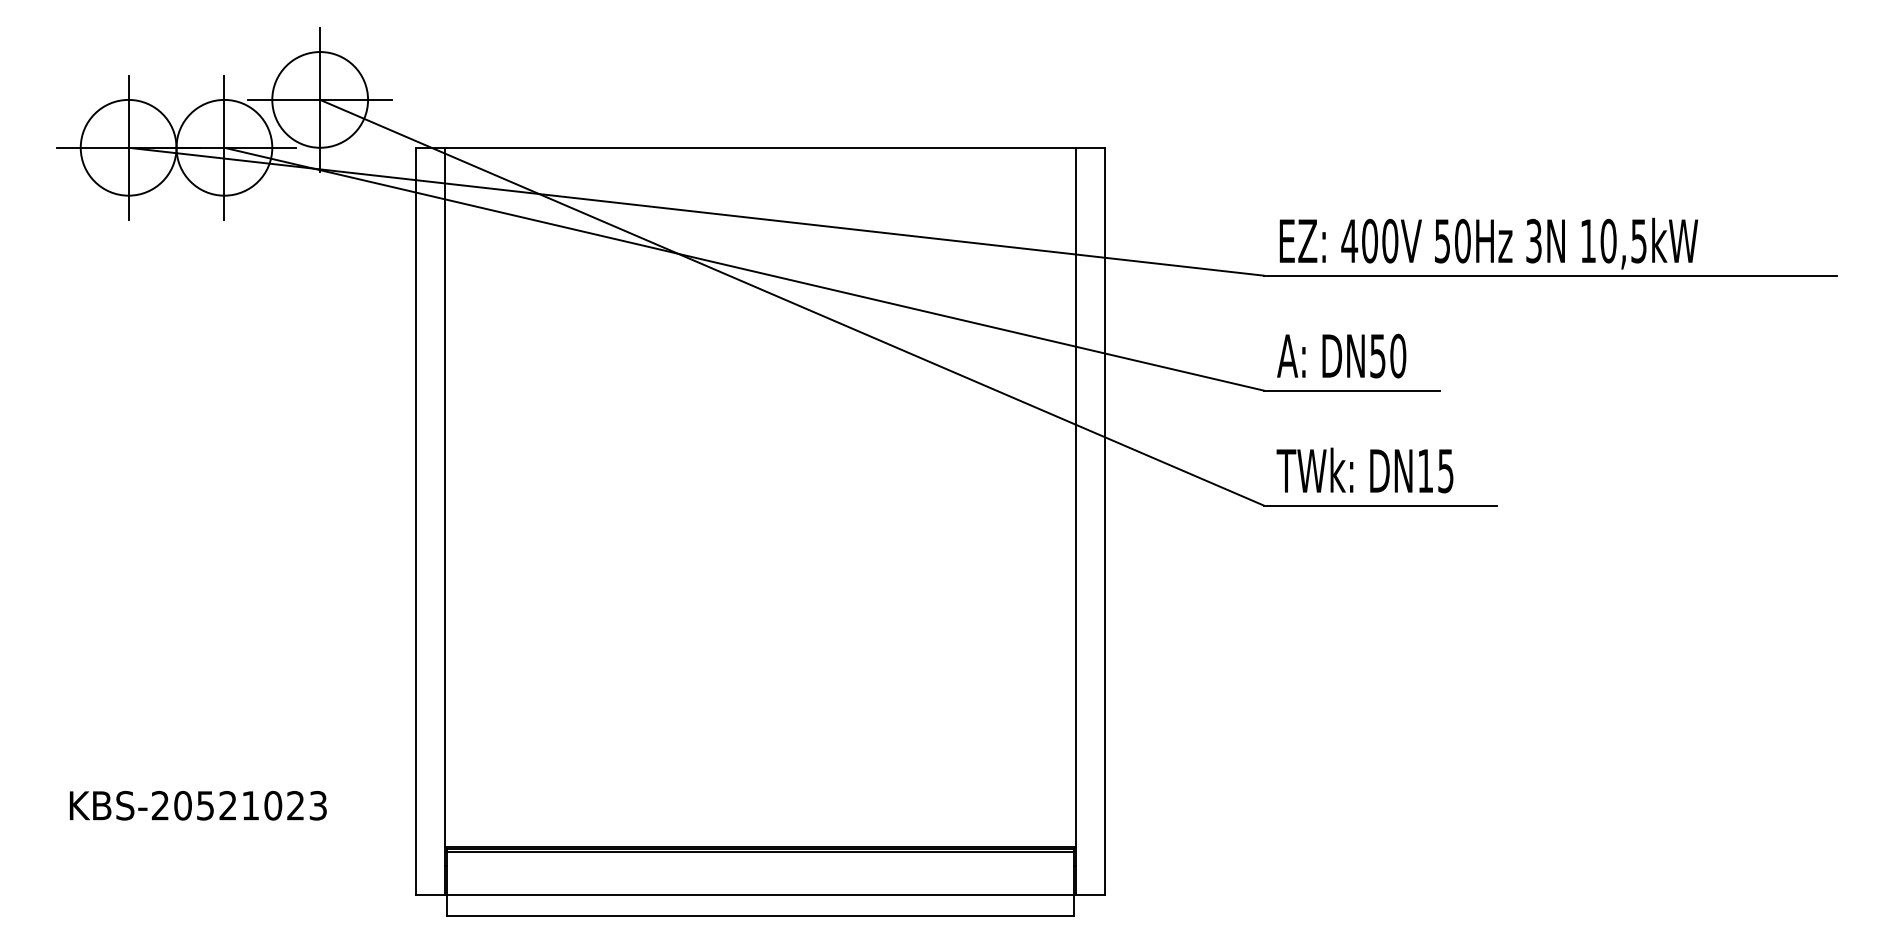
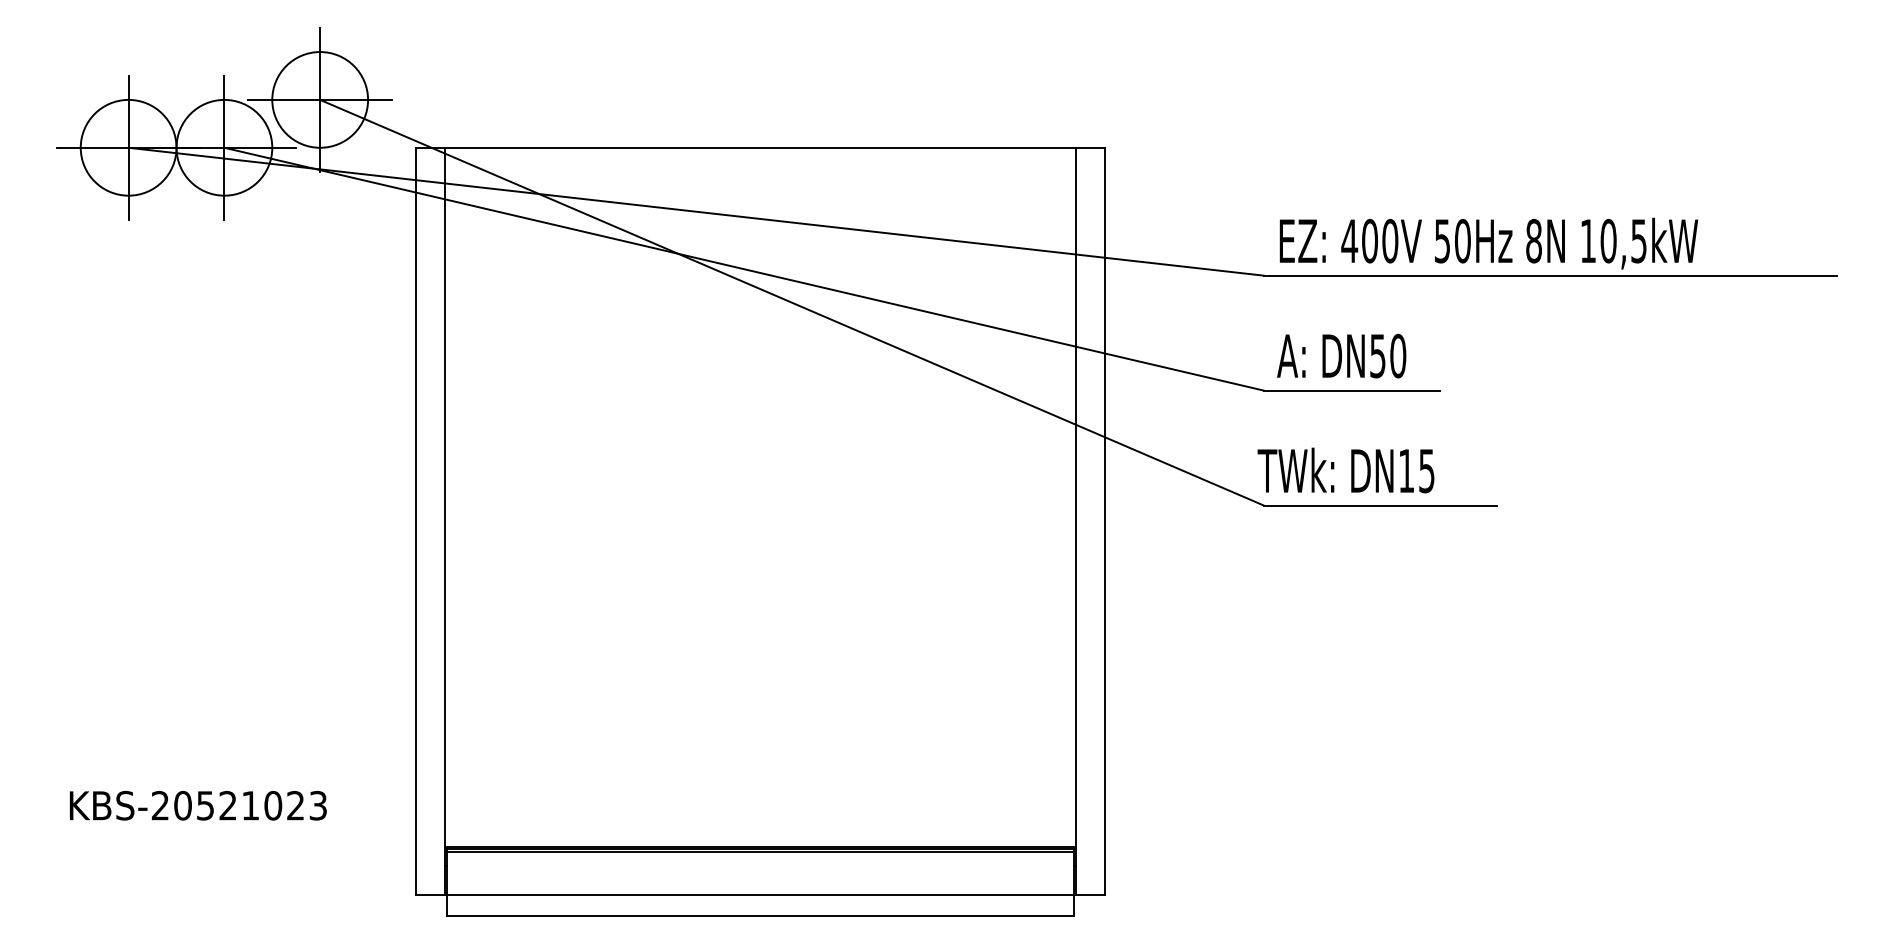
text at (1533, 241): 3N -> 8N
text at (1364, 470) position: (1364, 470) -> (1345, 470)
